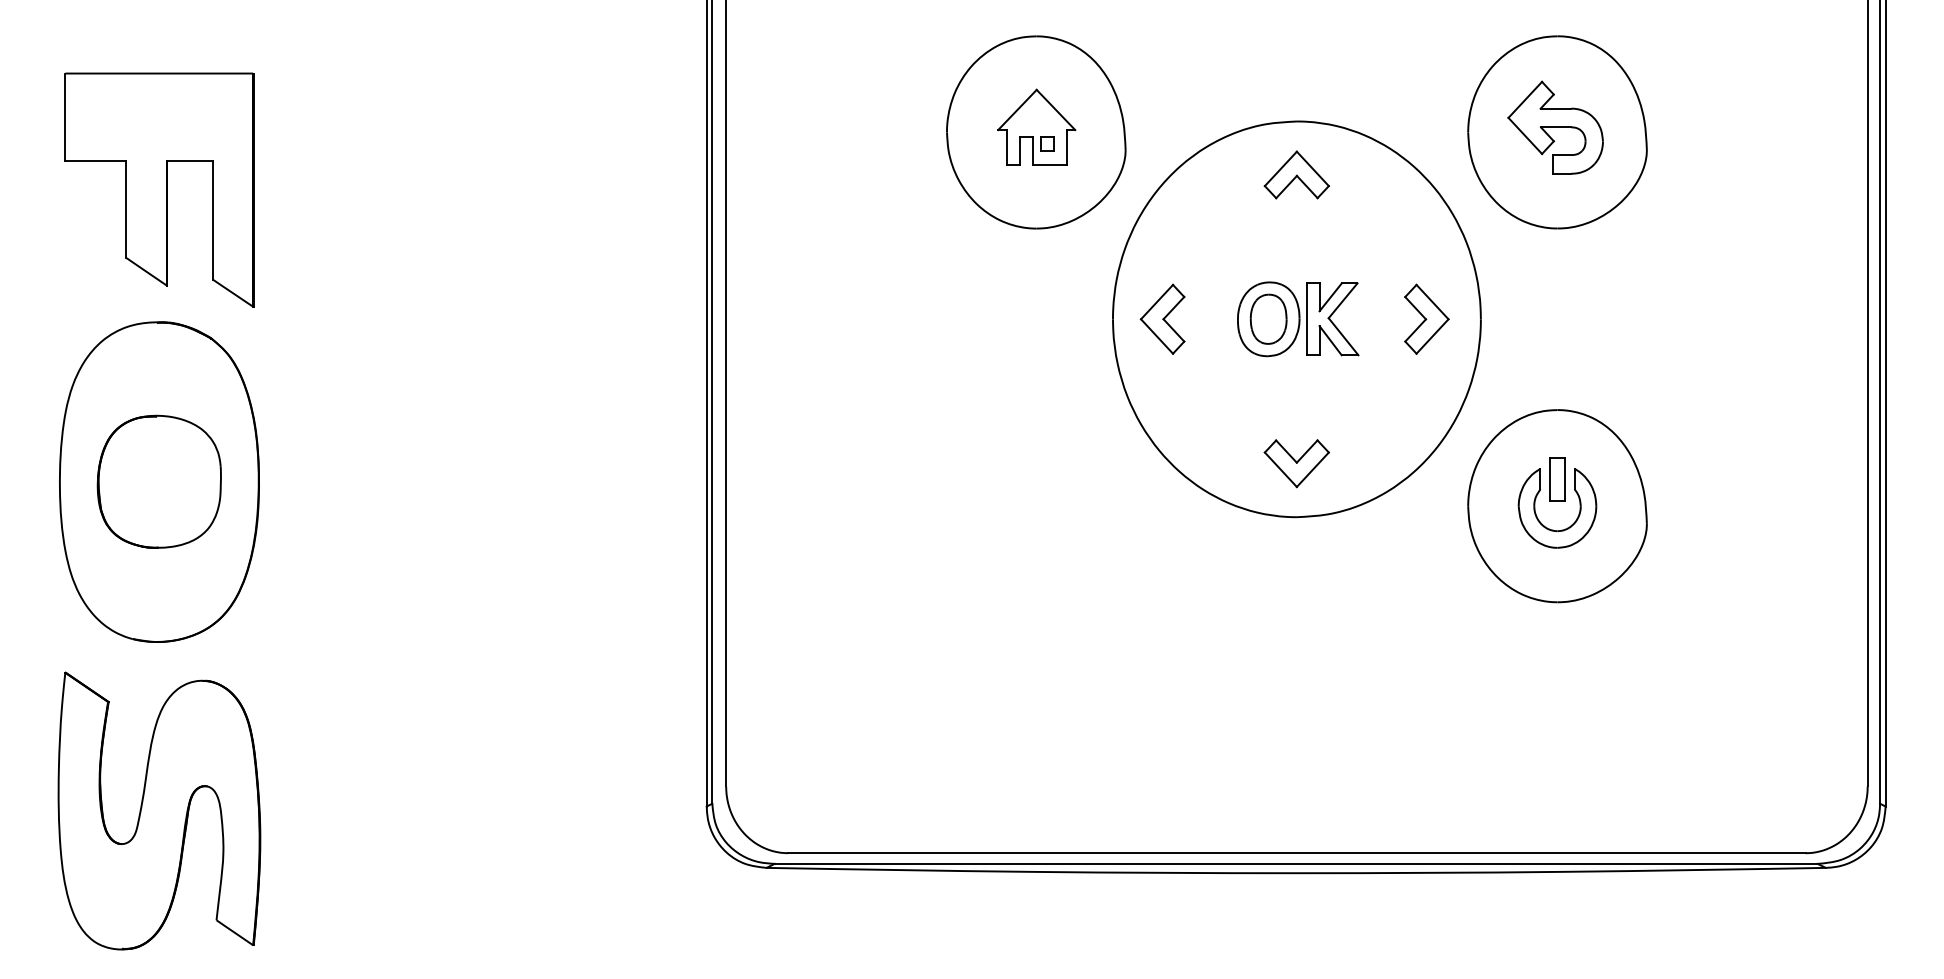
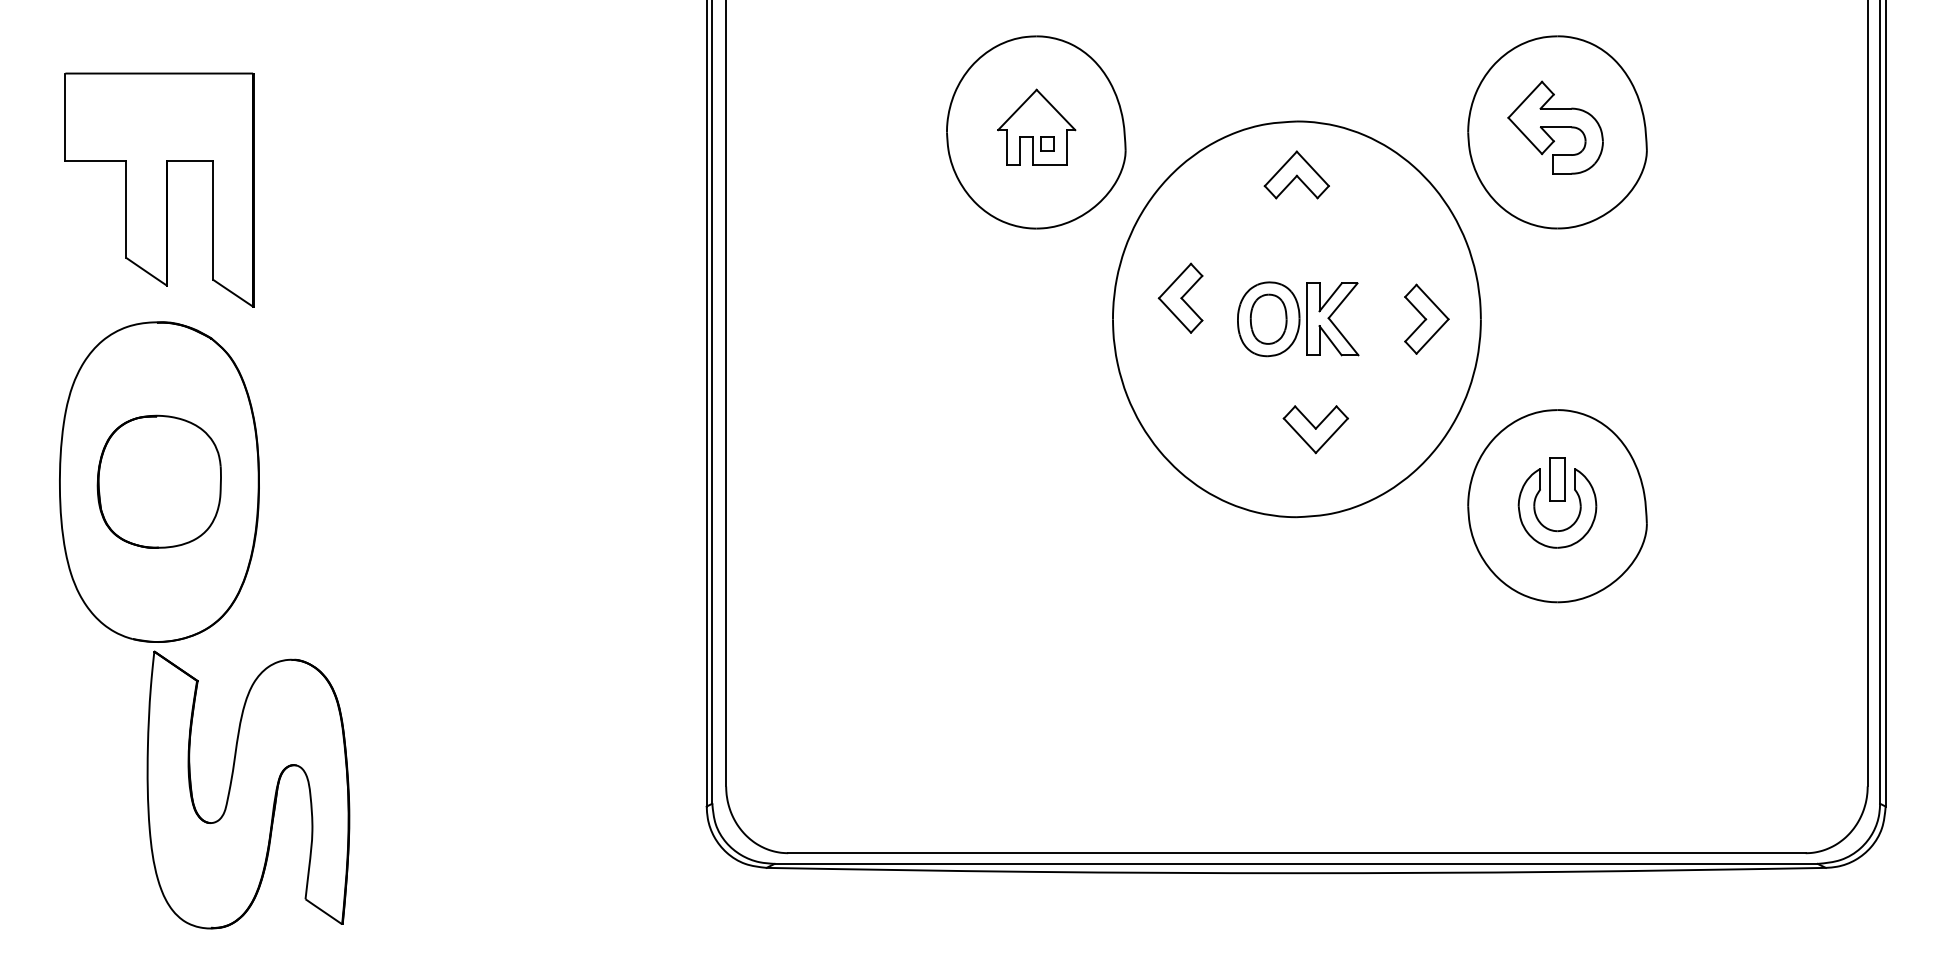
part at (1162, 318) position: (1162, 318) -> (1180, 297)
part at (1296, 463) position: (1296, 463) -> (1315, 429)
part at (159, 810) position: (159, 810) -> (248, 789)
